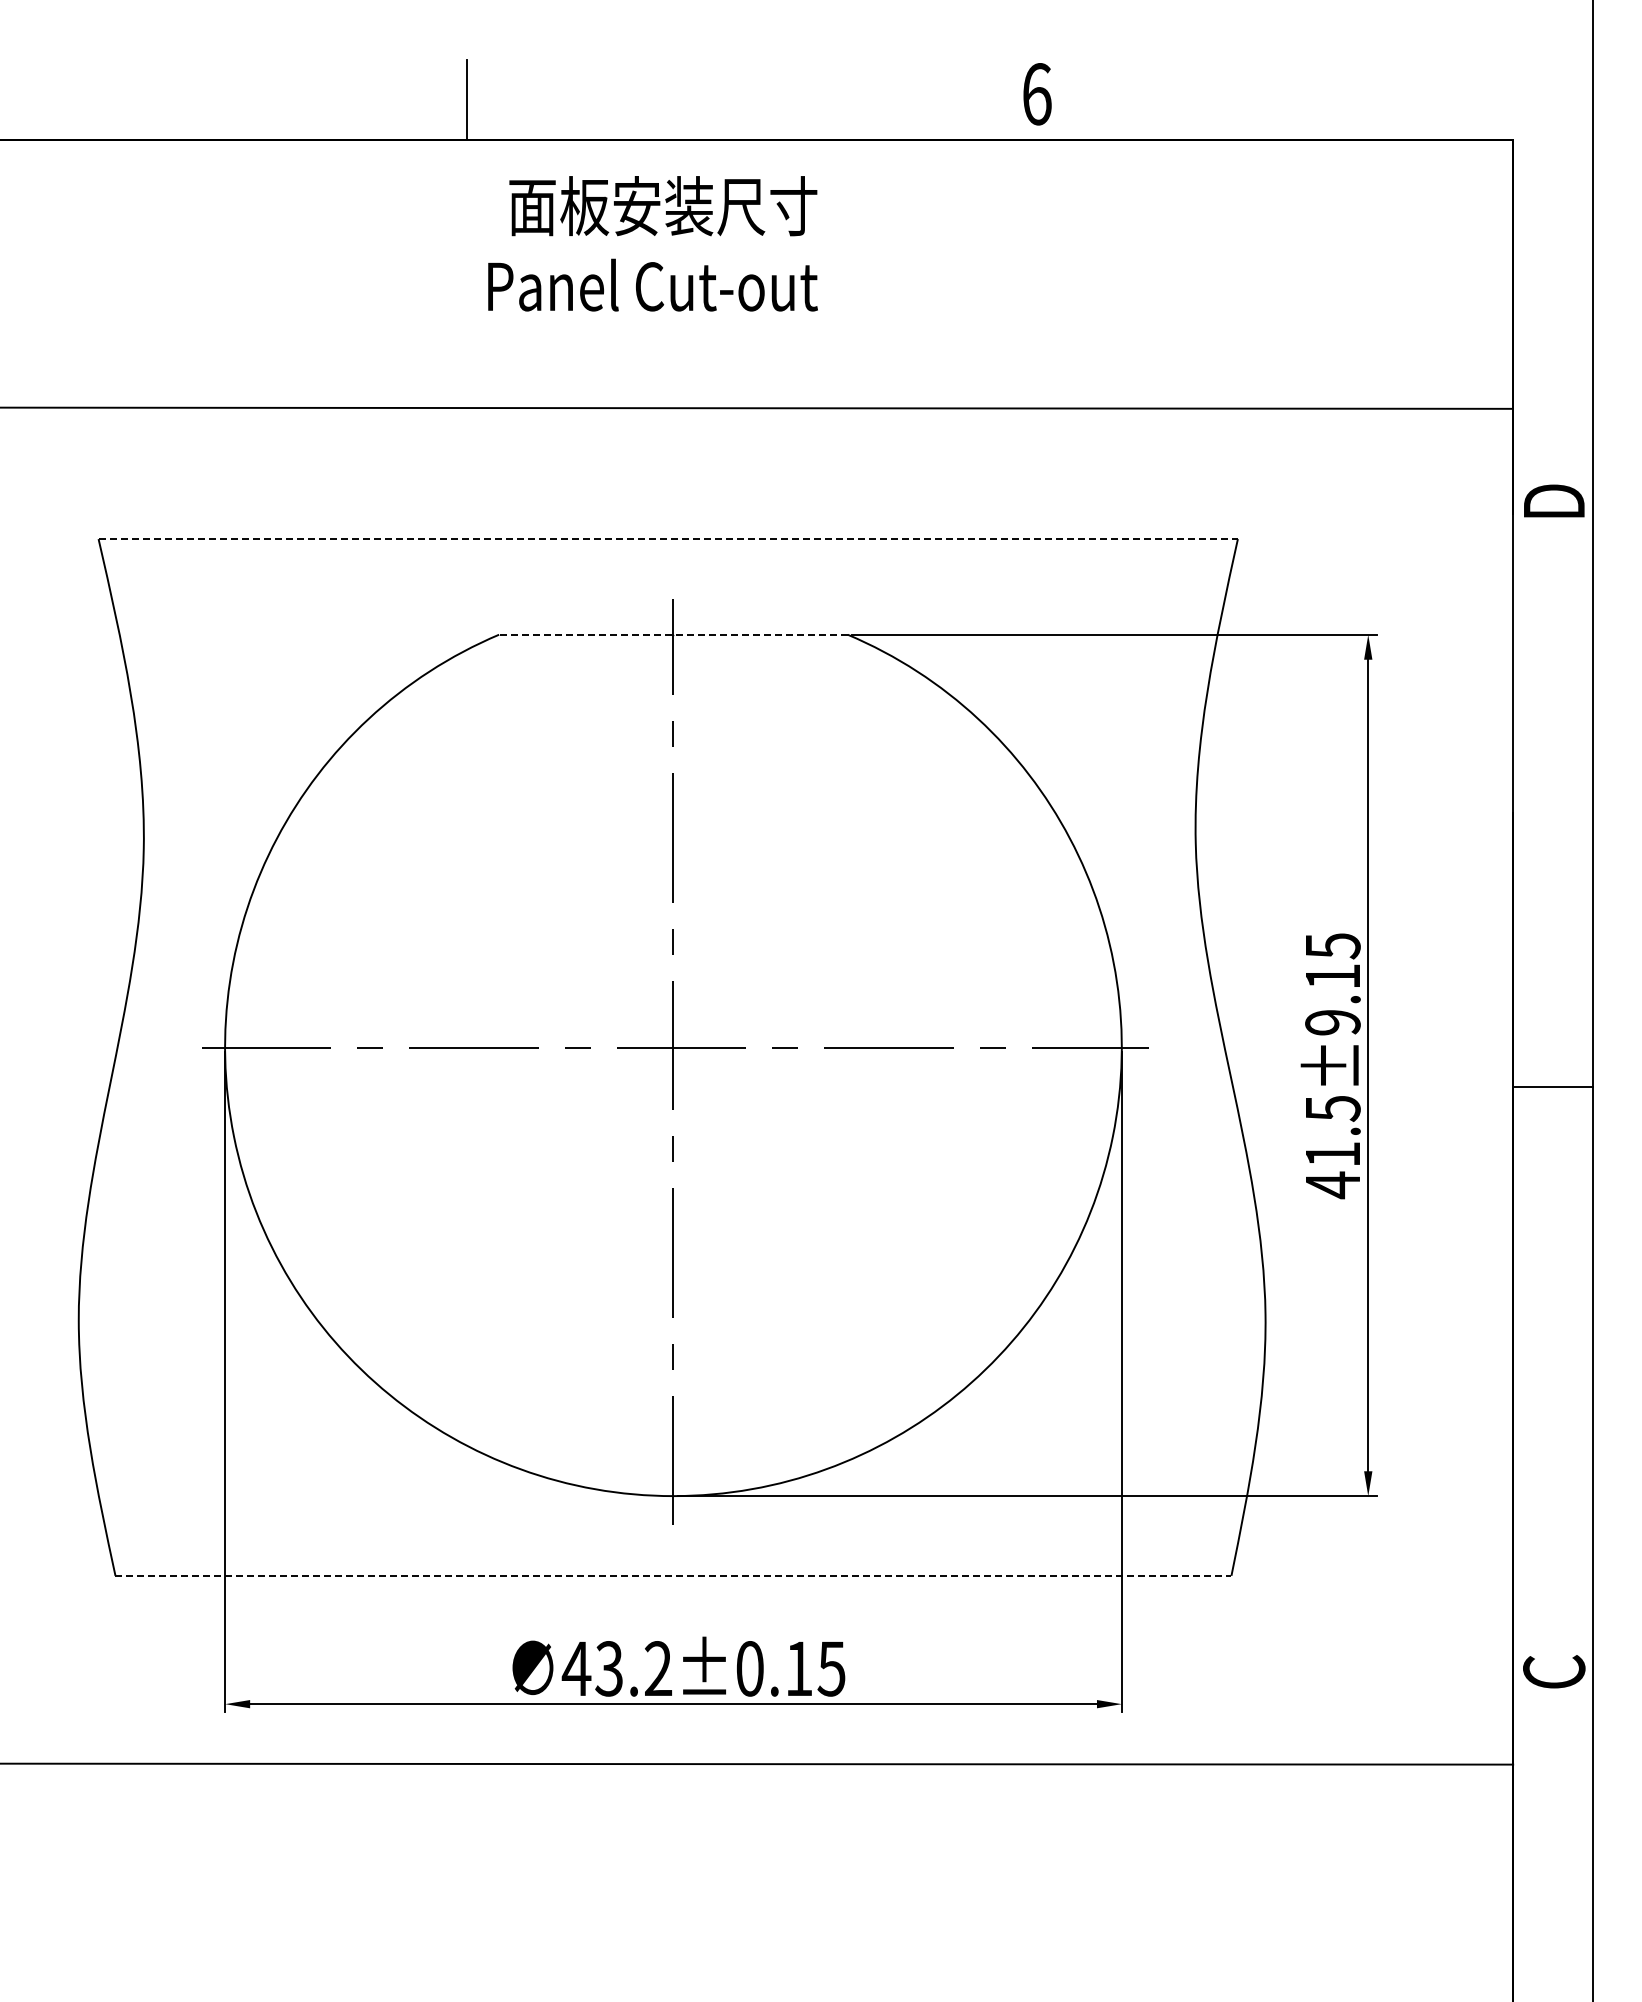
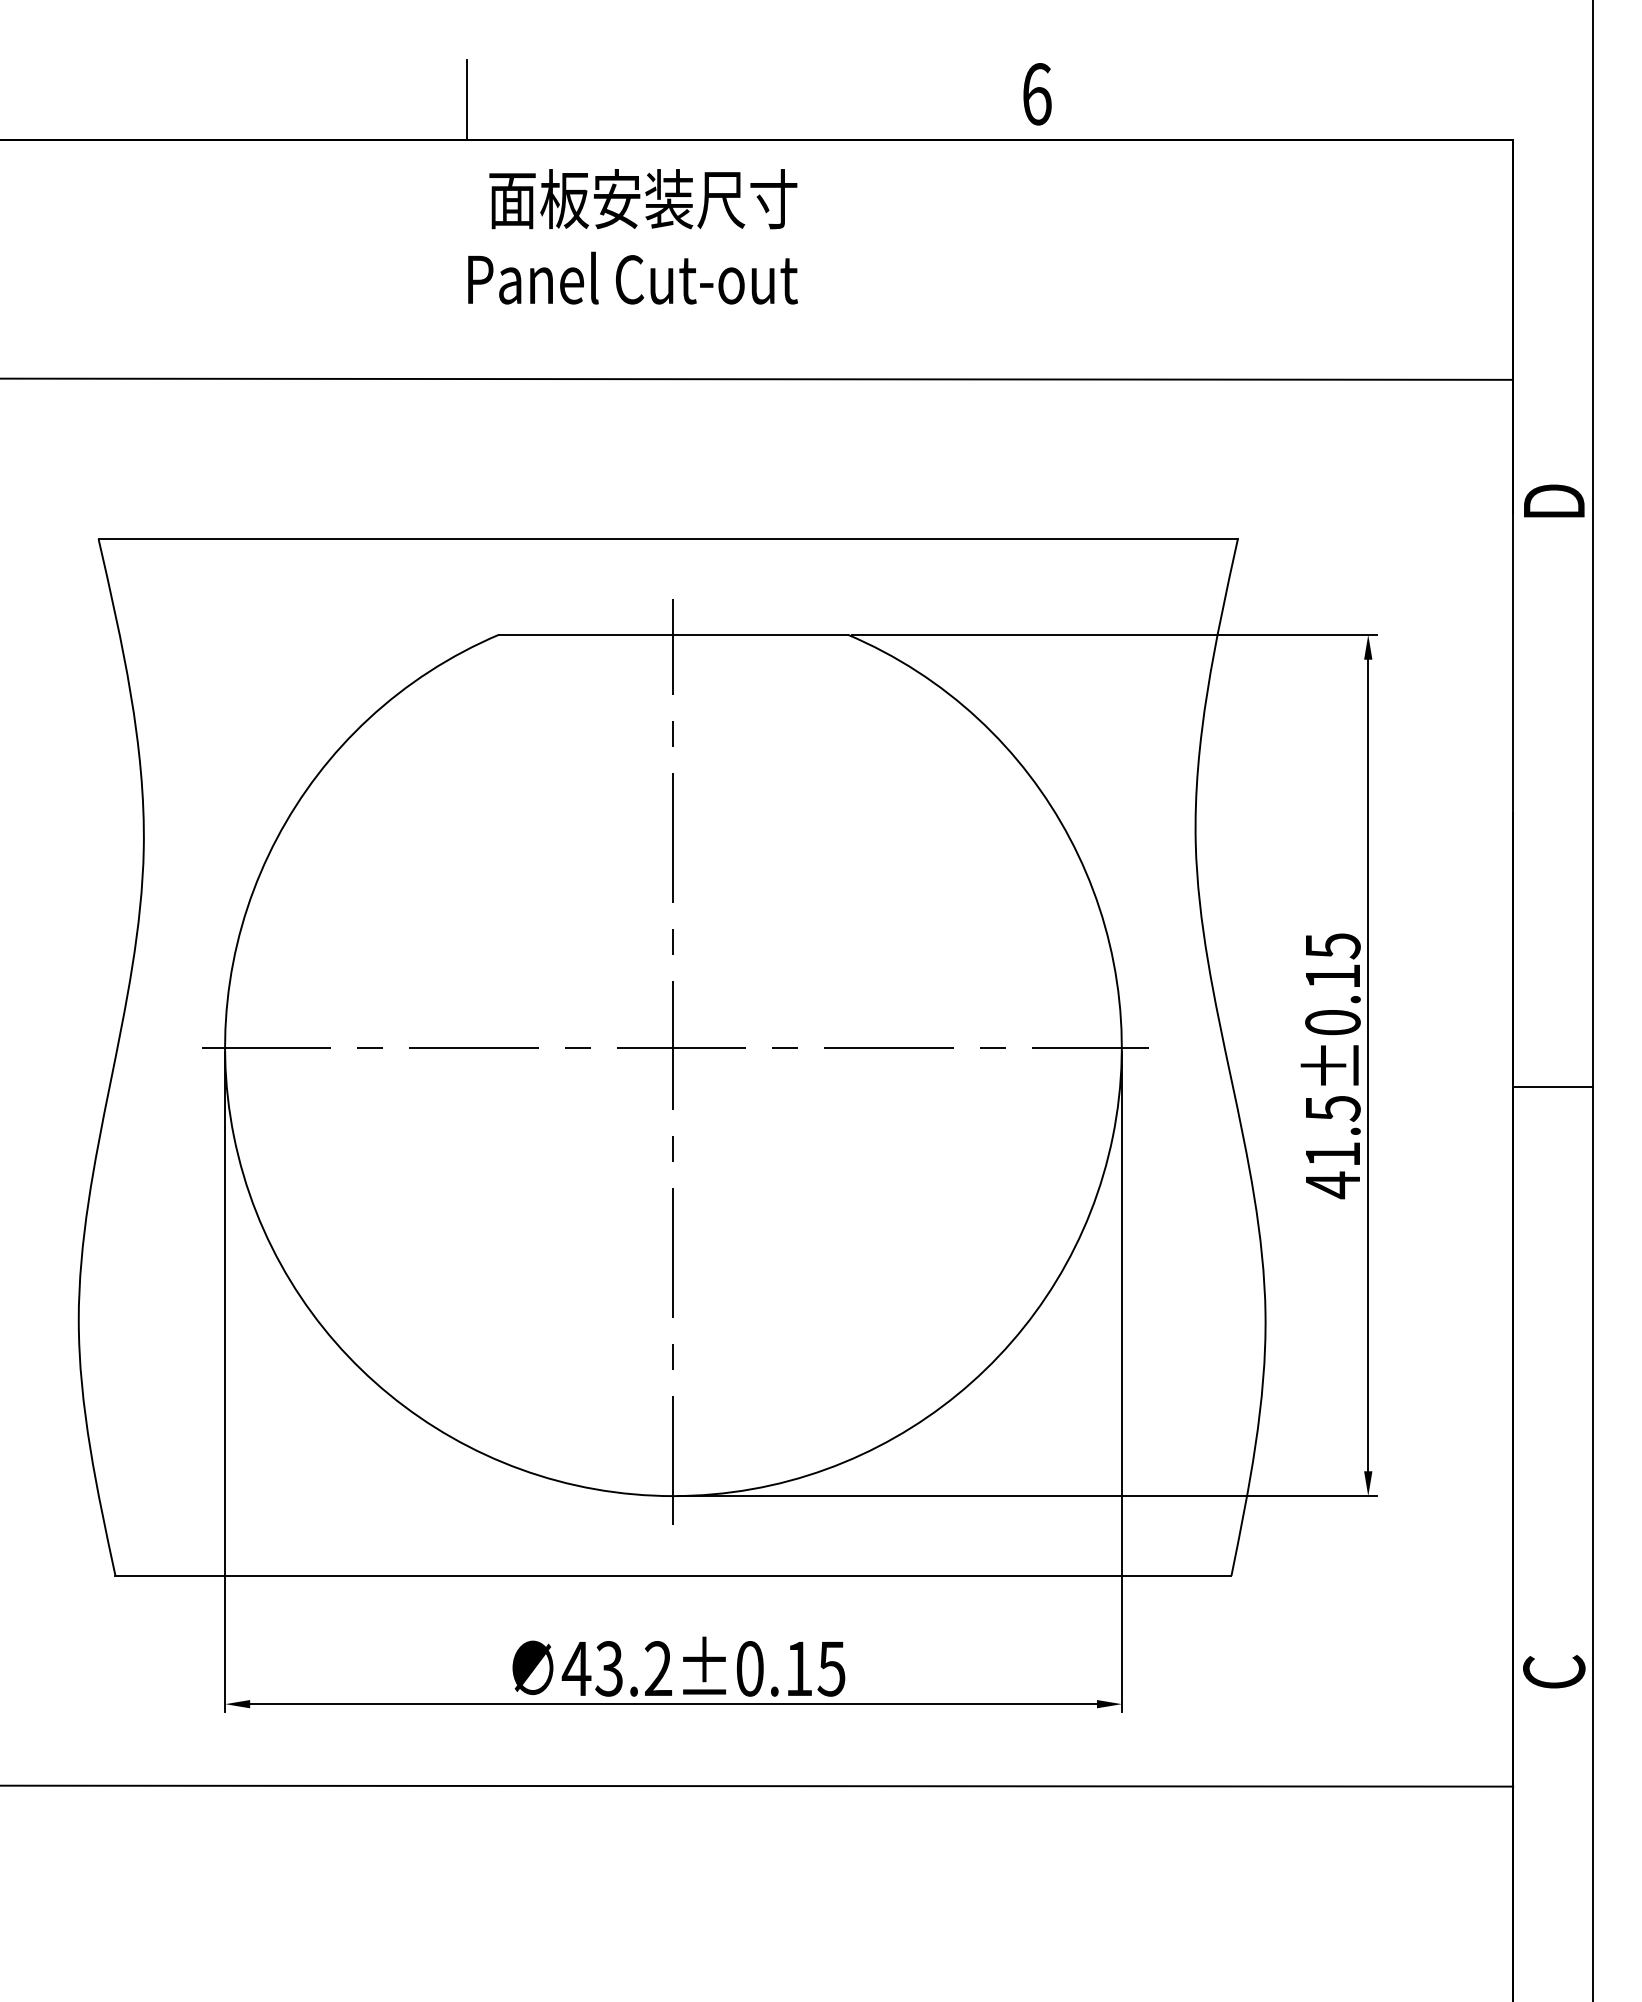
text at (652, 243) position: (652, 243) -> (632, 236)
line at (756, 407) position: (756, 407) -> (756, 378)
line at (668, 539): dashed -> solid
line at (672, 634): dashed -> solid
text at (1332, 1022): 41.5±9.15 -> 41.5±0.15
line at (673, 1575): dashed -> solid
line at (757, 1763) position: (757, 1763) -> (757, 1785)
